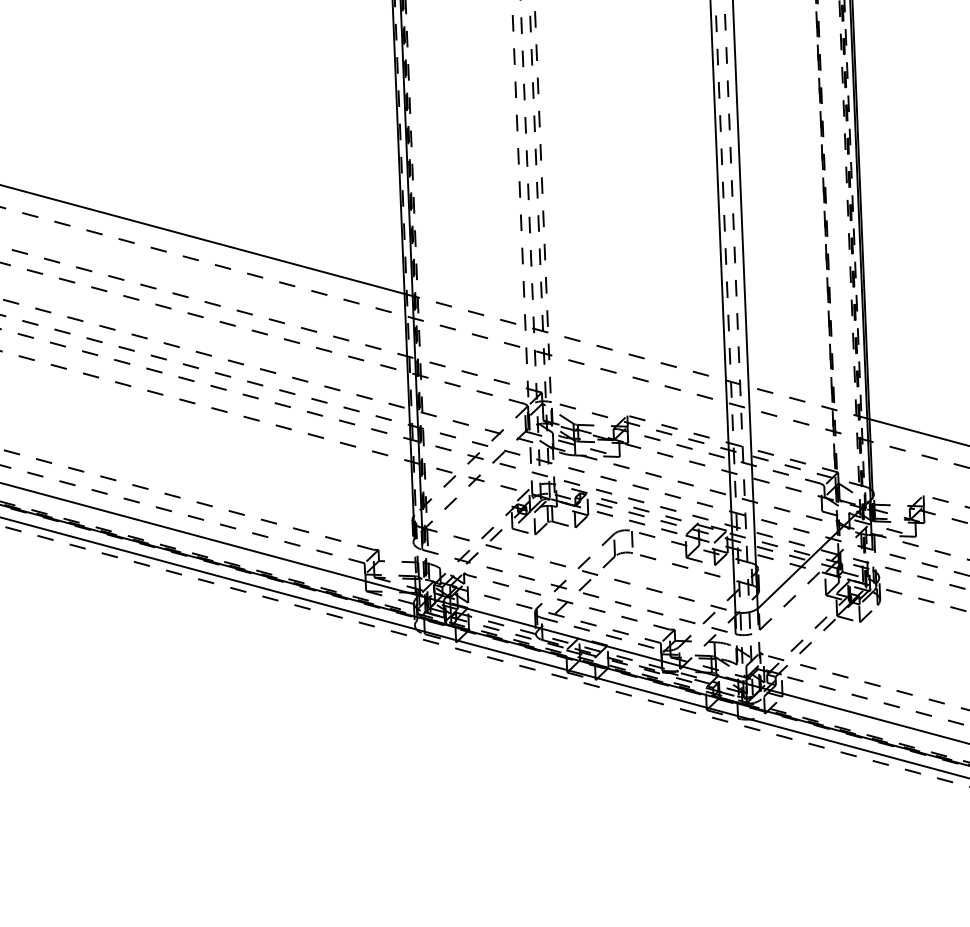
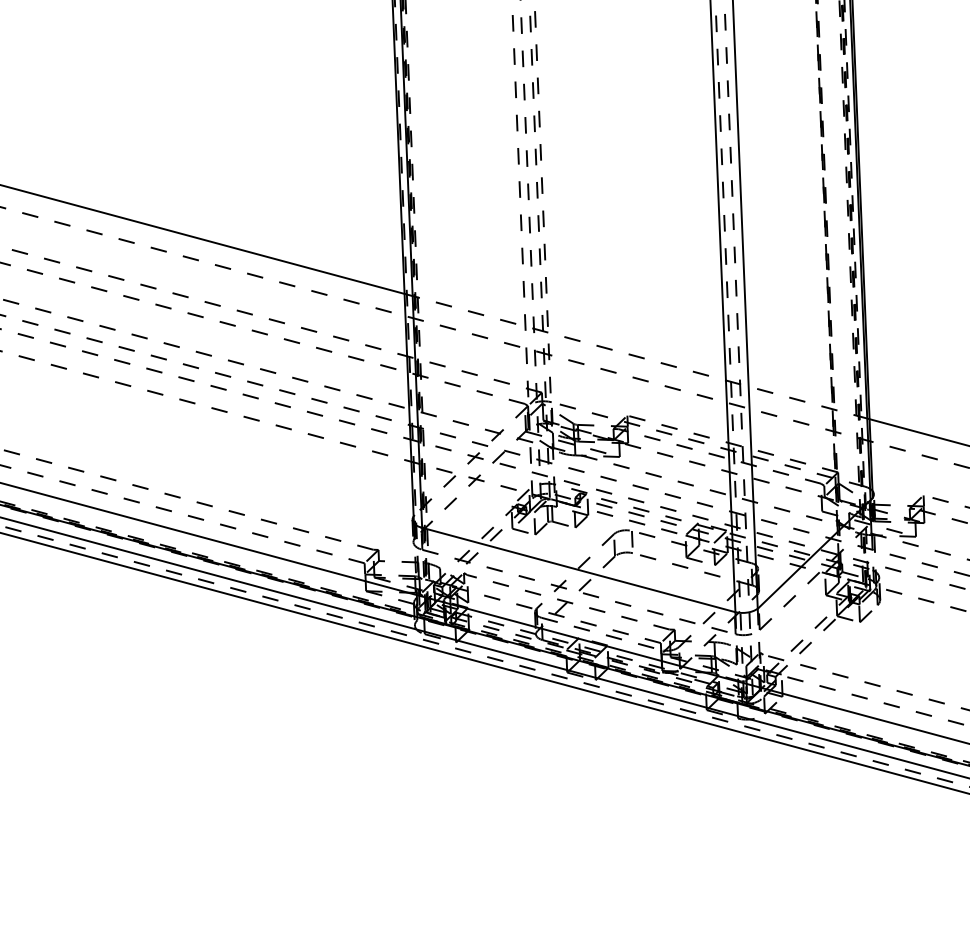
line at (578, 569): dashed -> solid
line at (484, 663): none -> present
